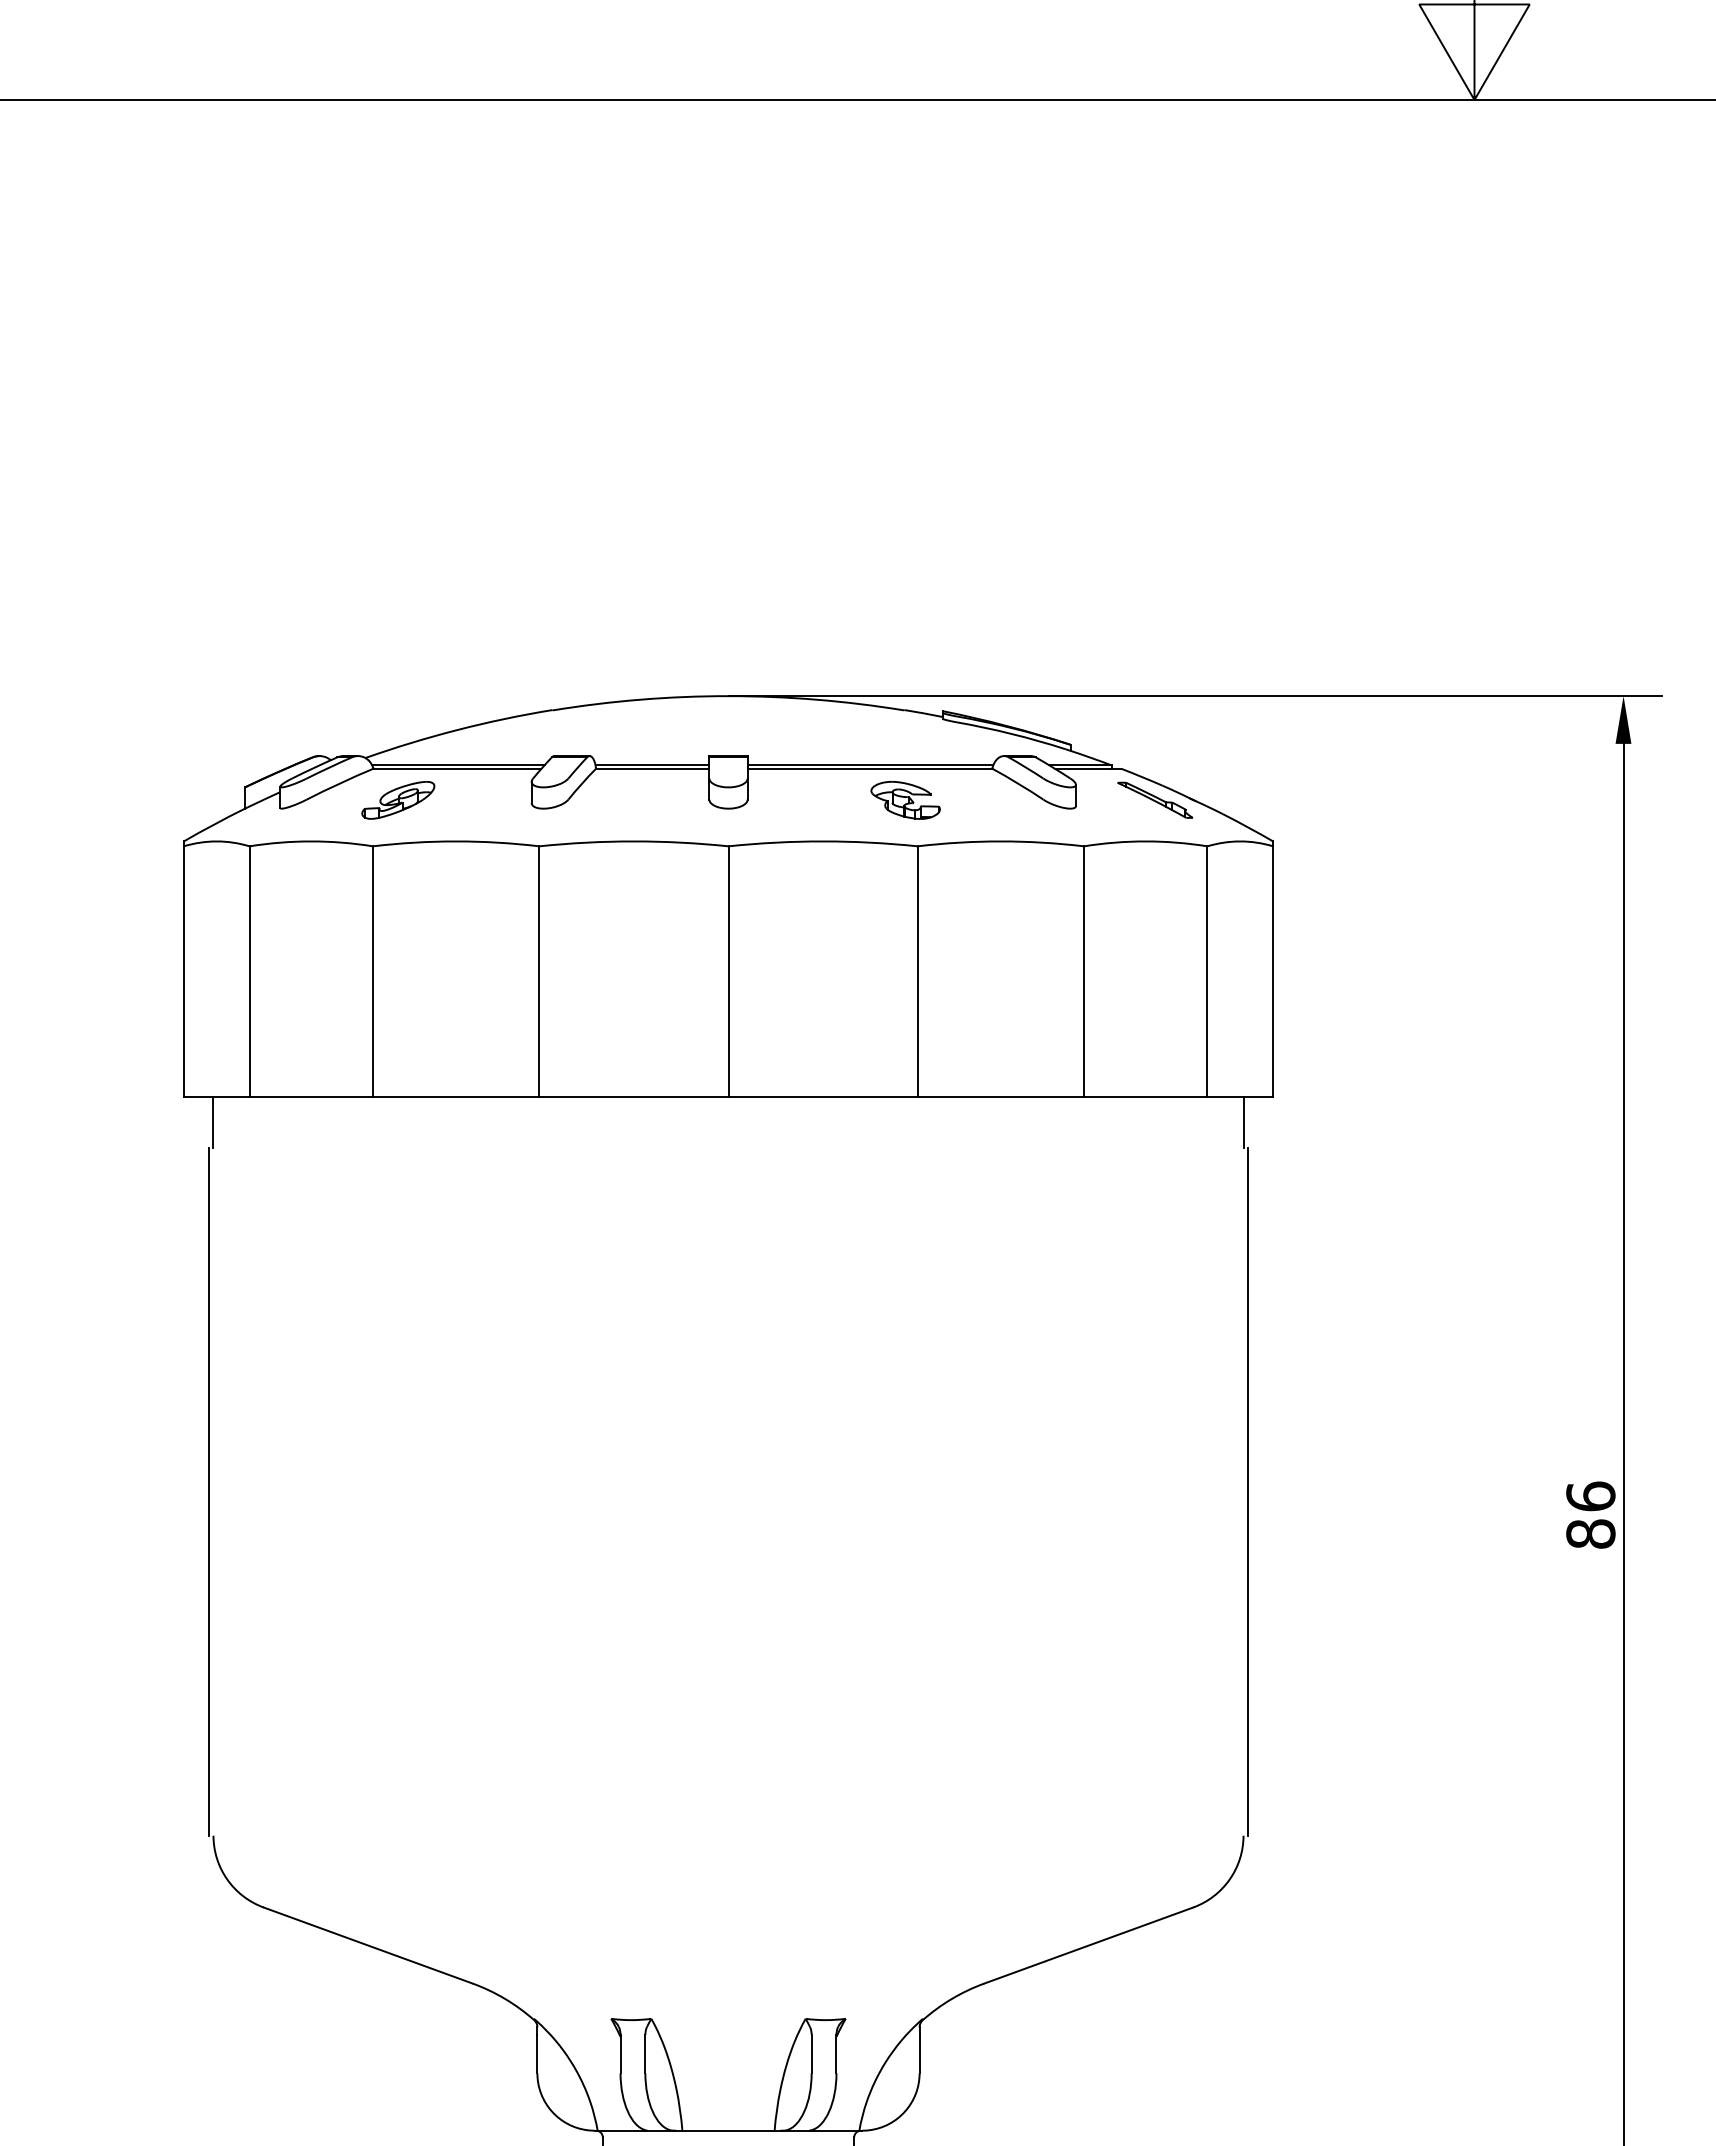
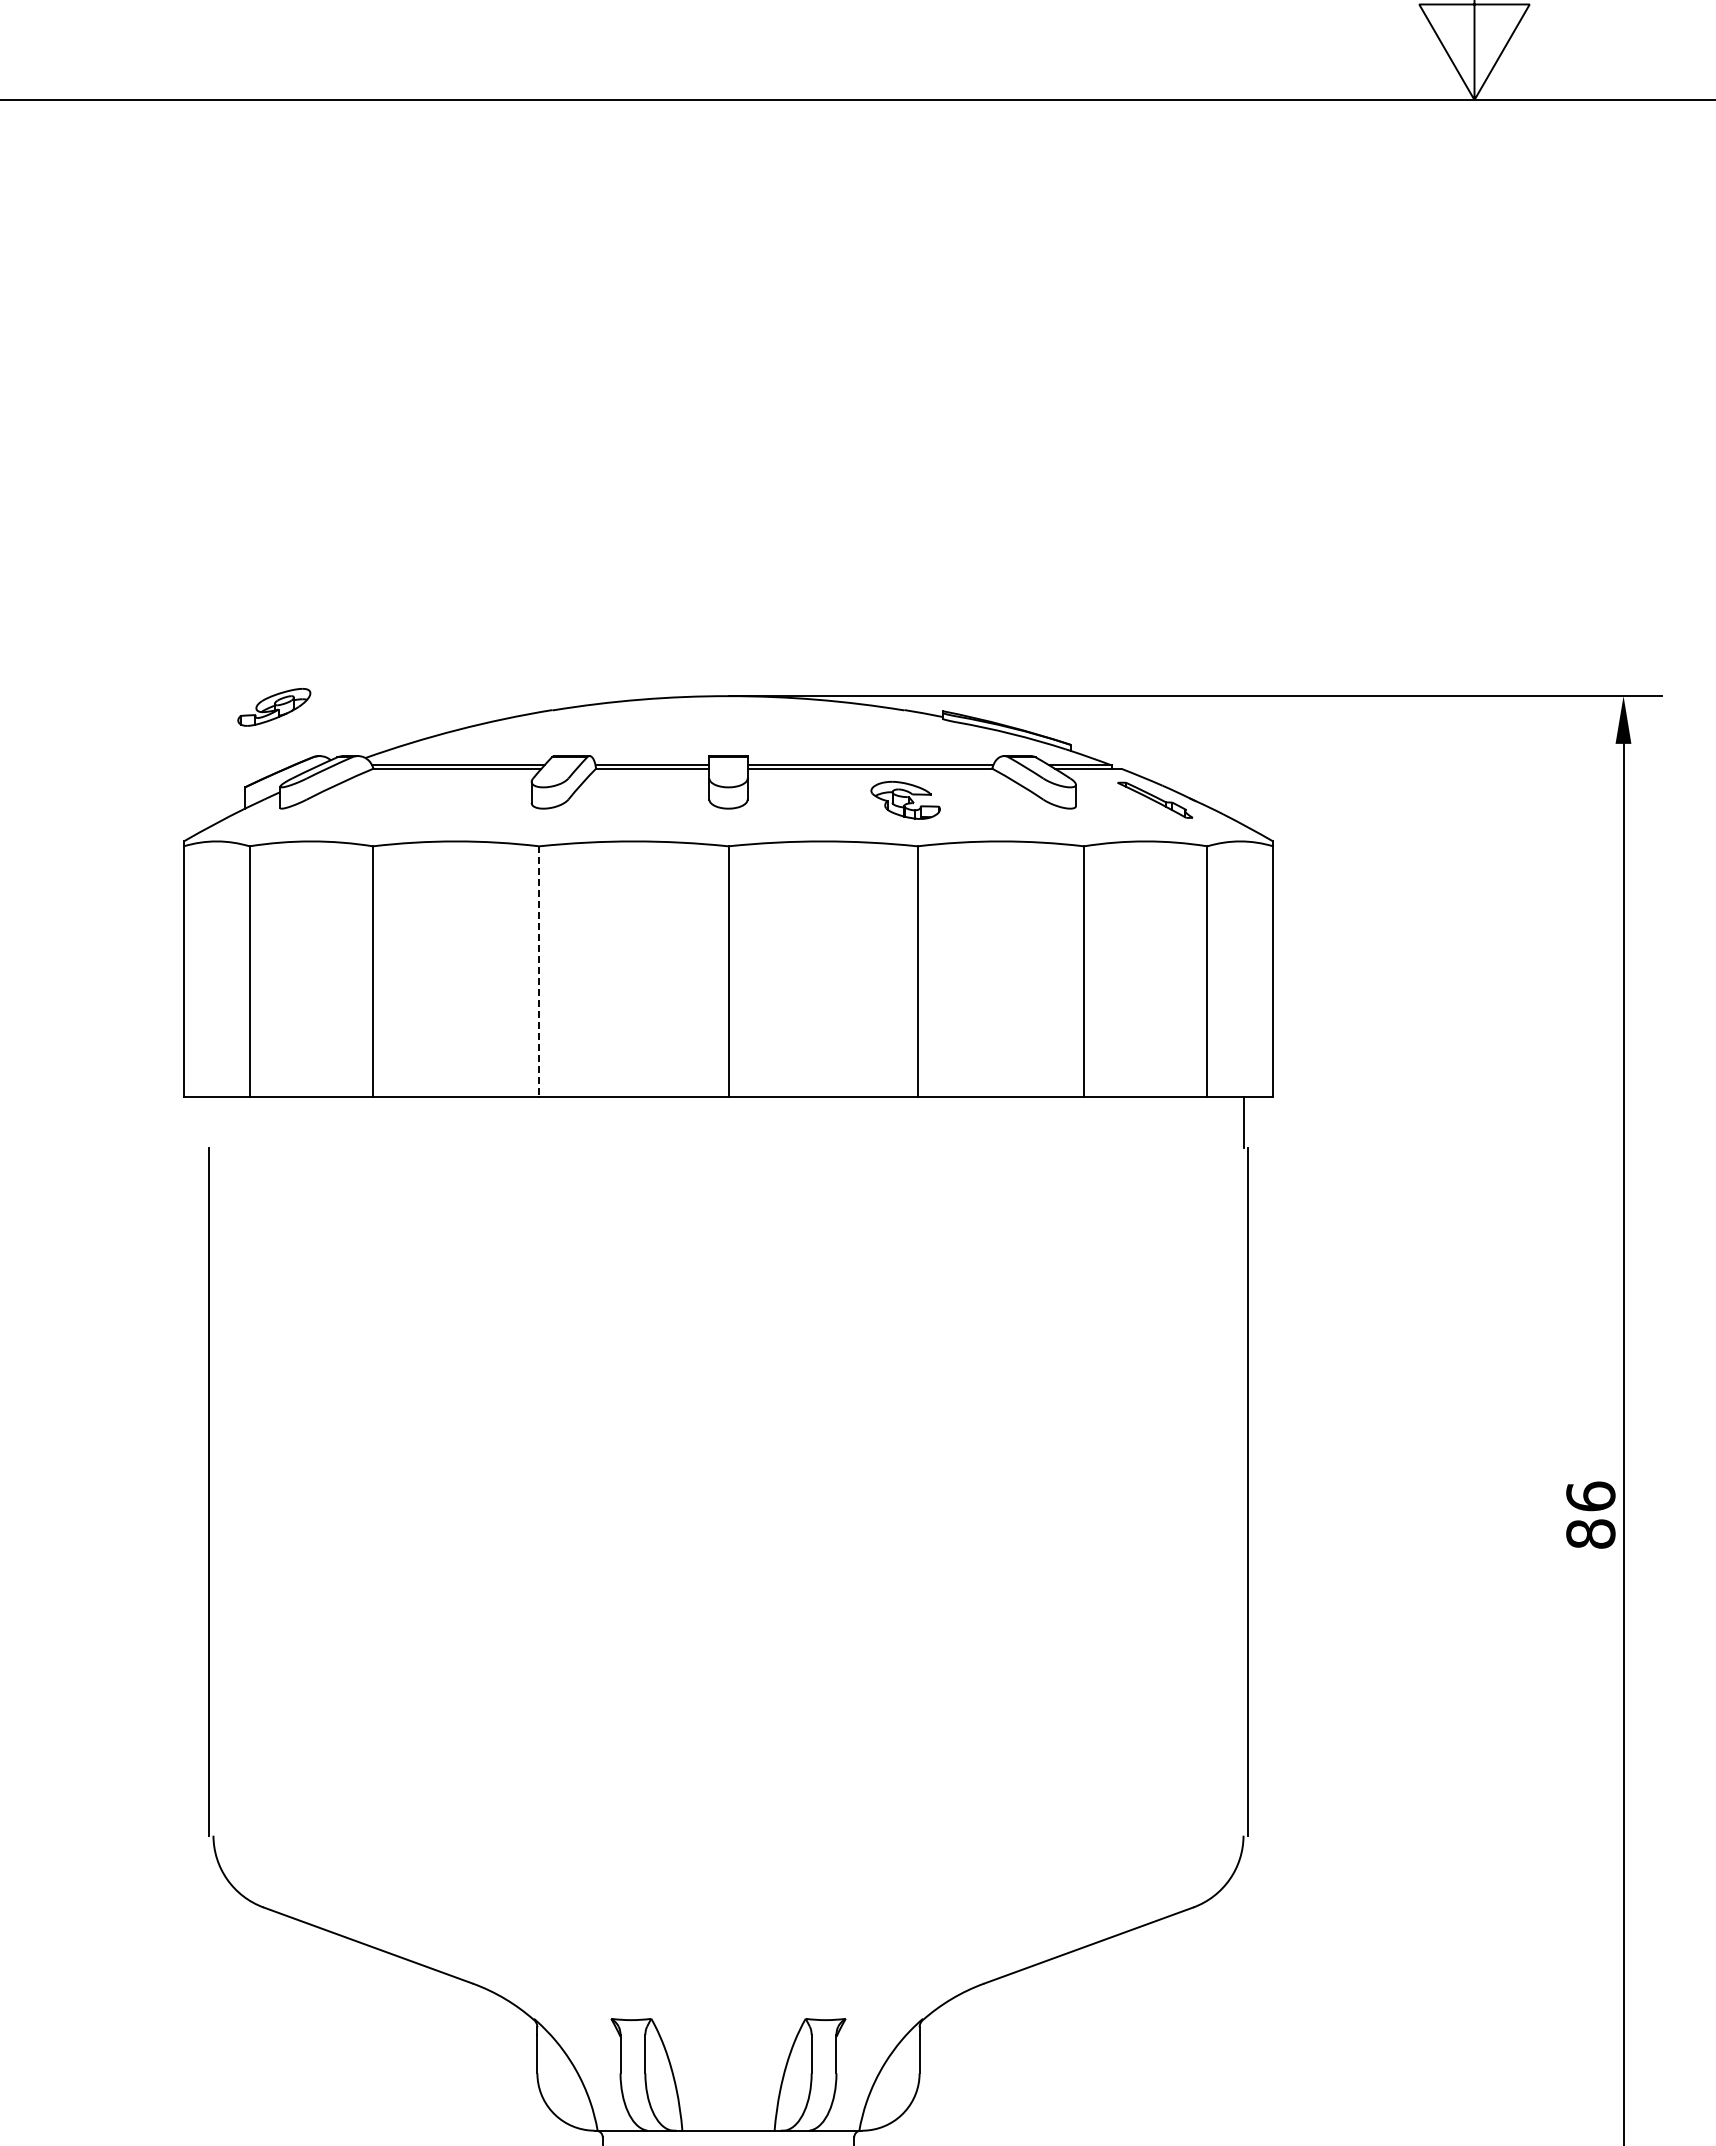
part at (398, 800) position: (398, 800) -> (274, 707)
line at (539, 972): solid -> dashed
line at (213, 1121): present -> none
